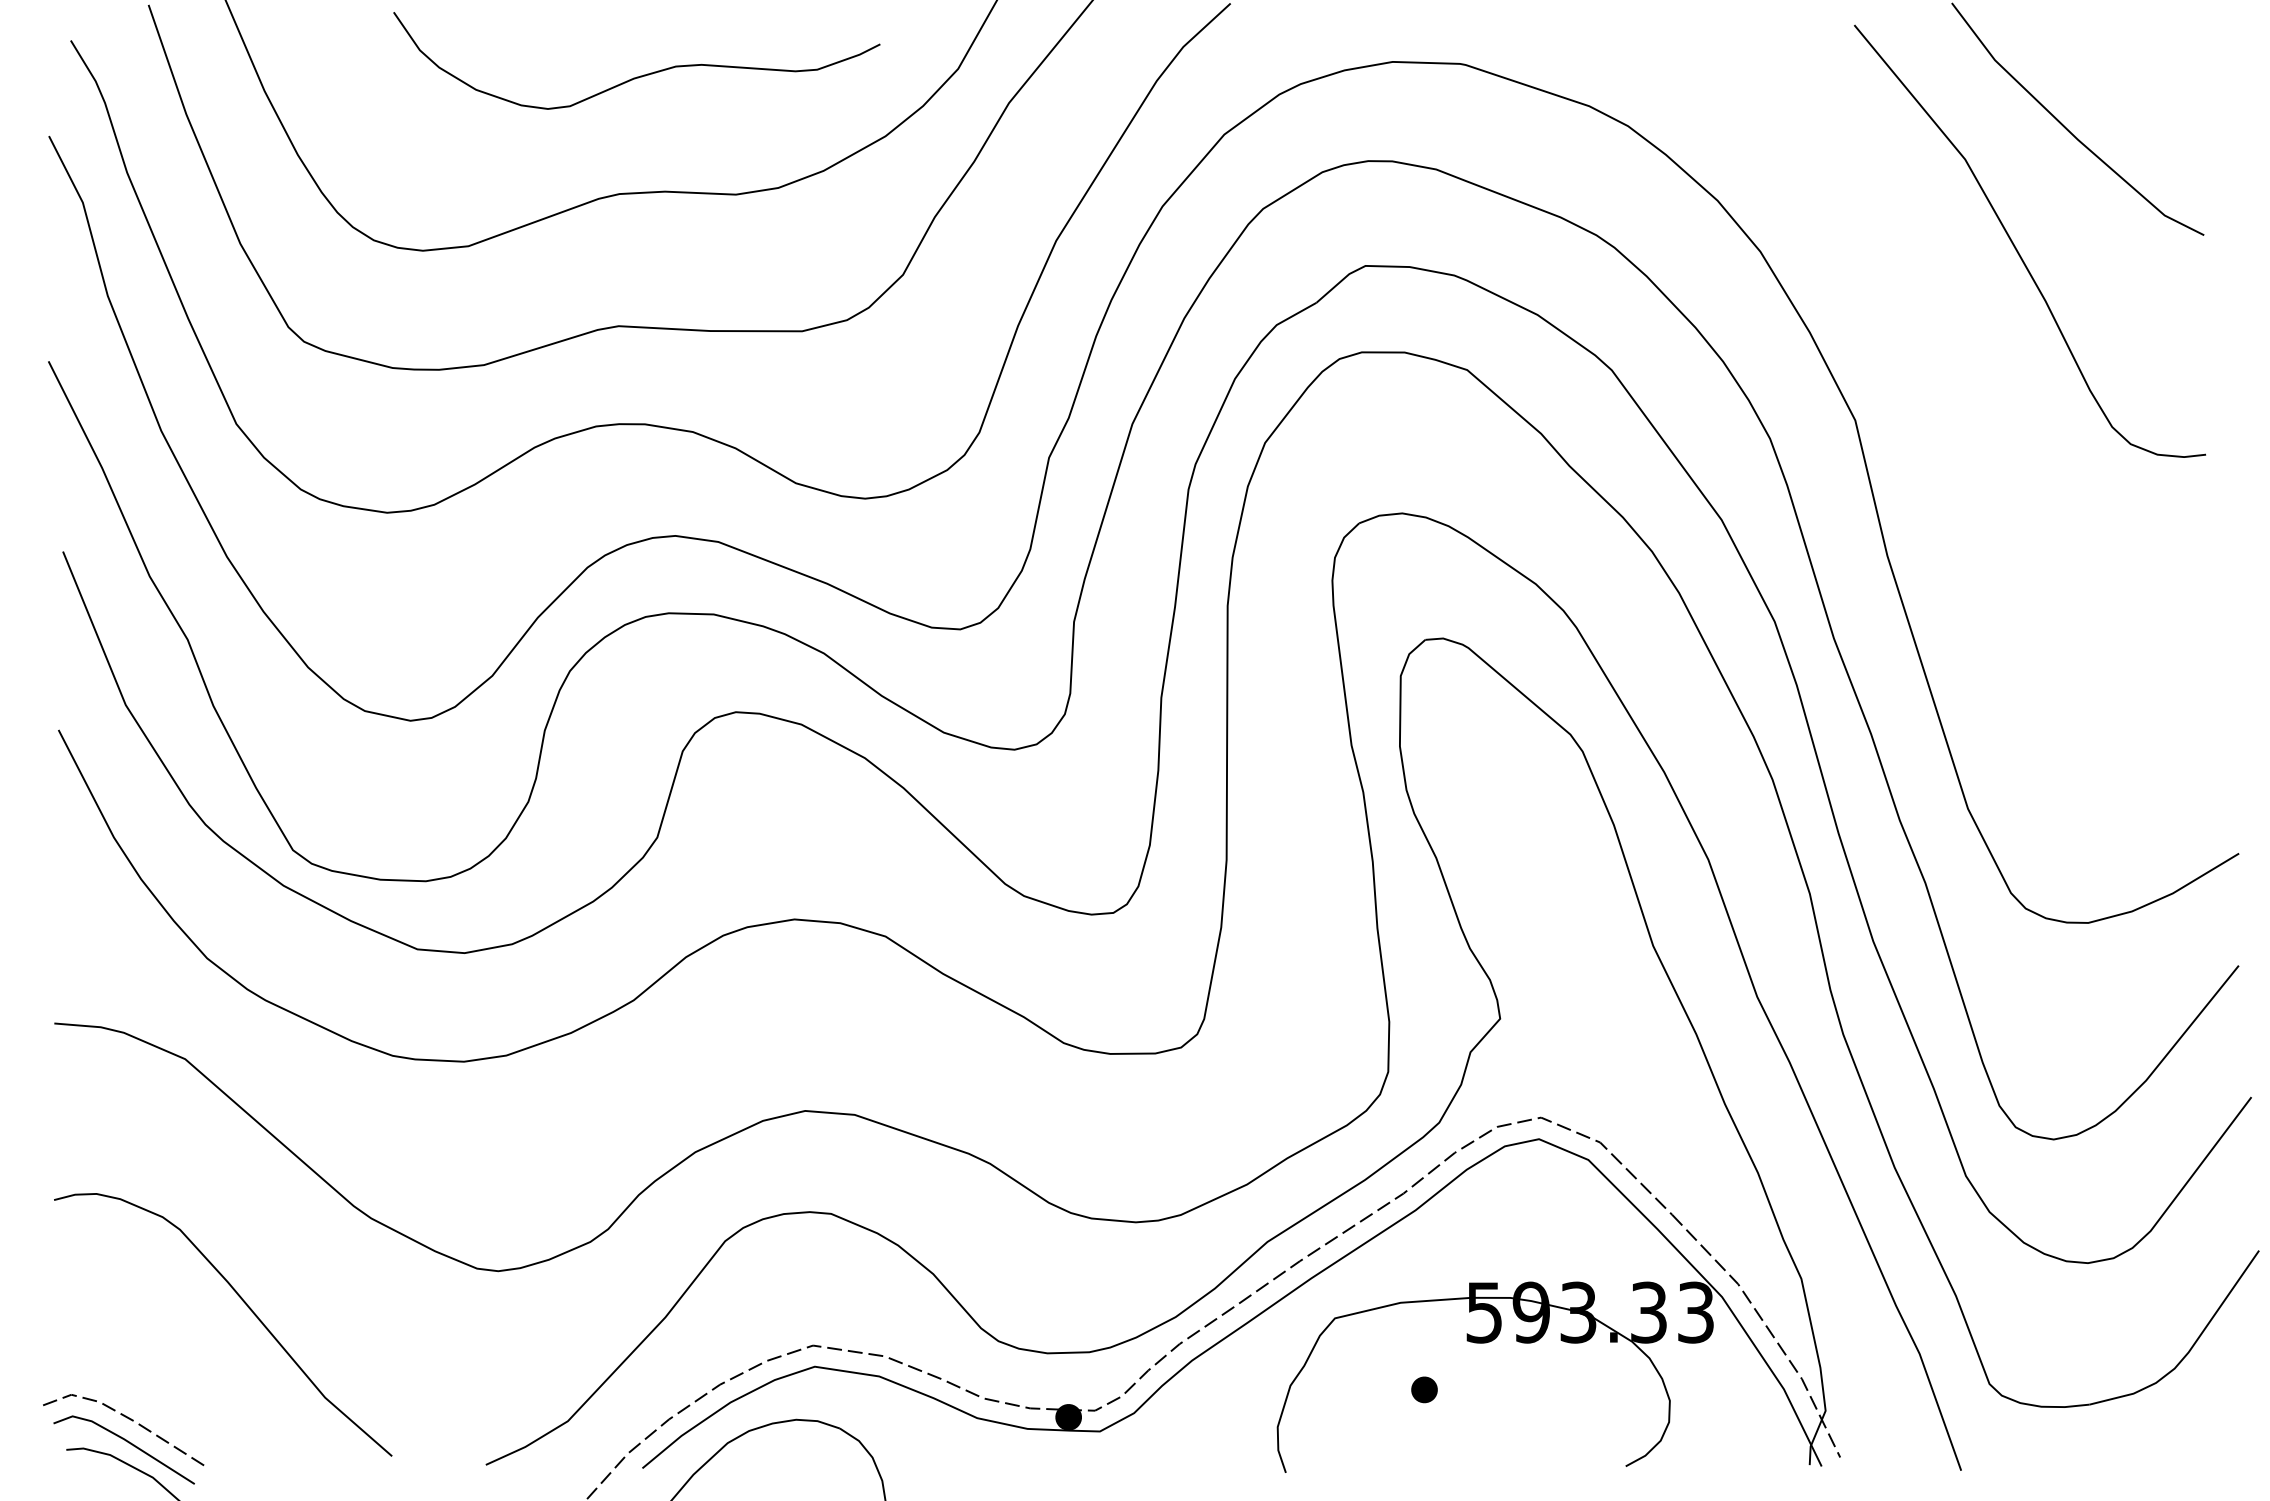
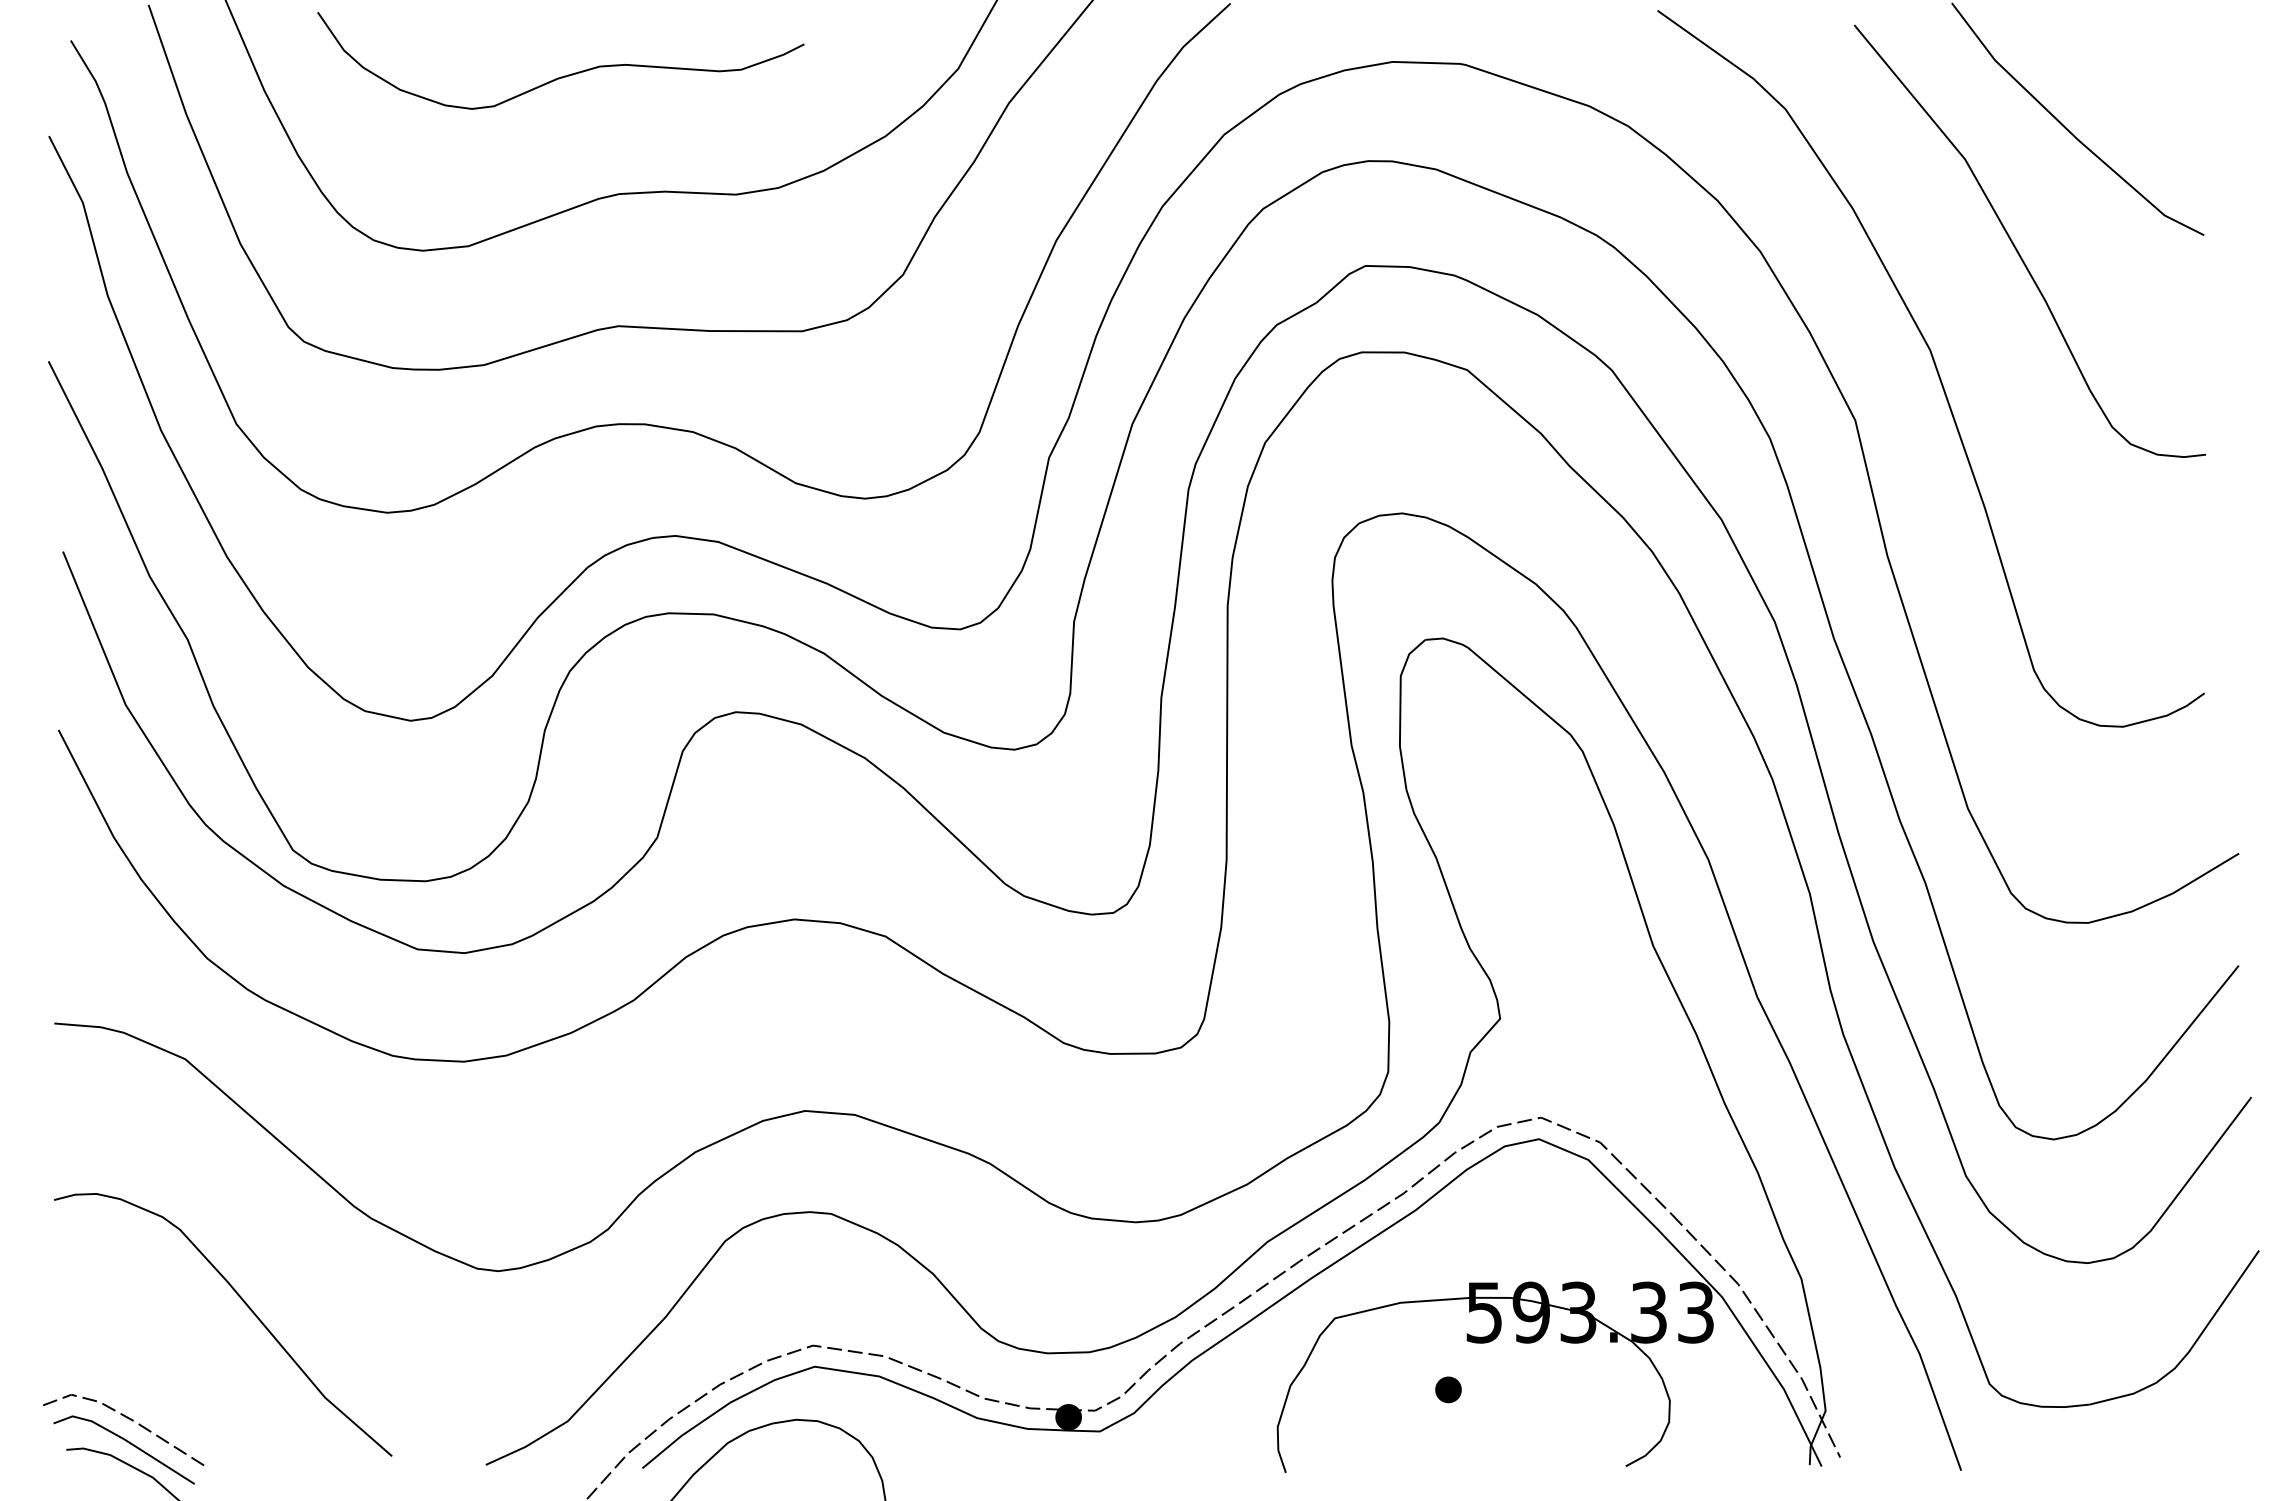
curve at (640, 75) position: (640, 75) -> (564, 75)
curve at (1934, 366): none -> present
part at (1424, 1389) position: (1424, 1389) -> (1448, 1389)
